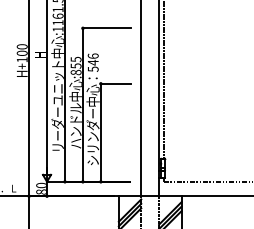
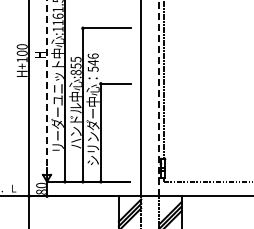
line at (47, 87): solid -> dashed
line at (159, 98): solid -> dashed
